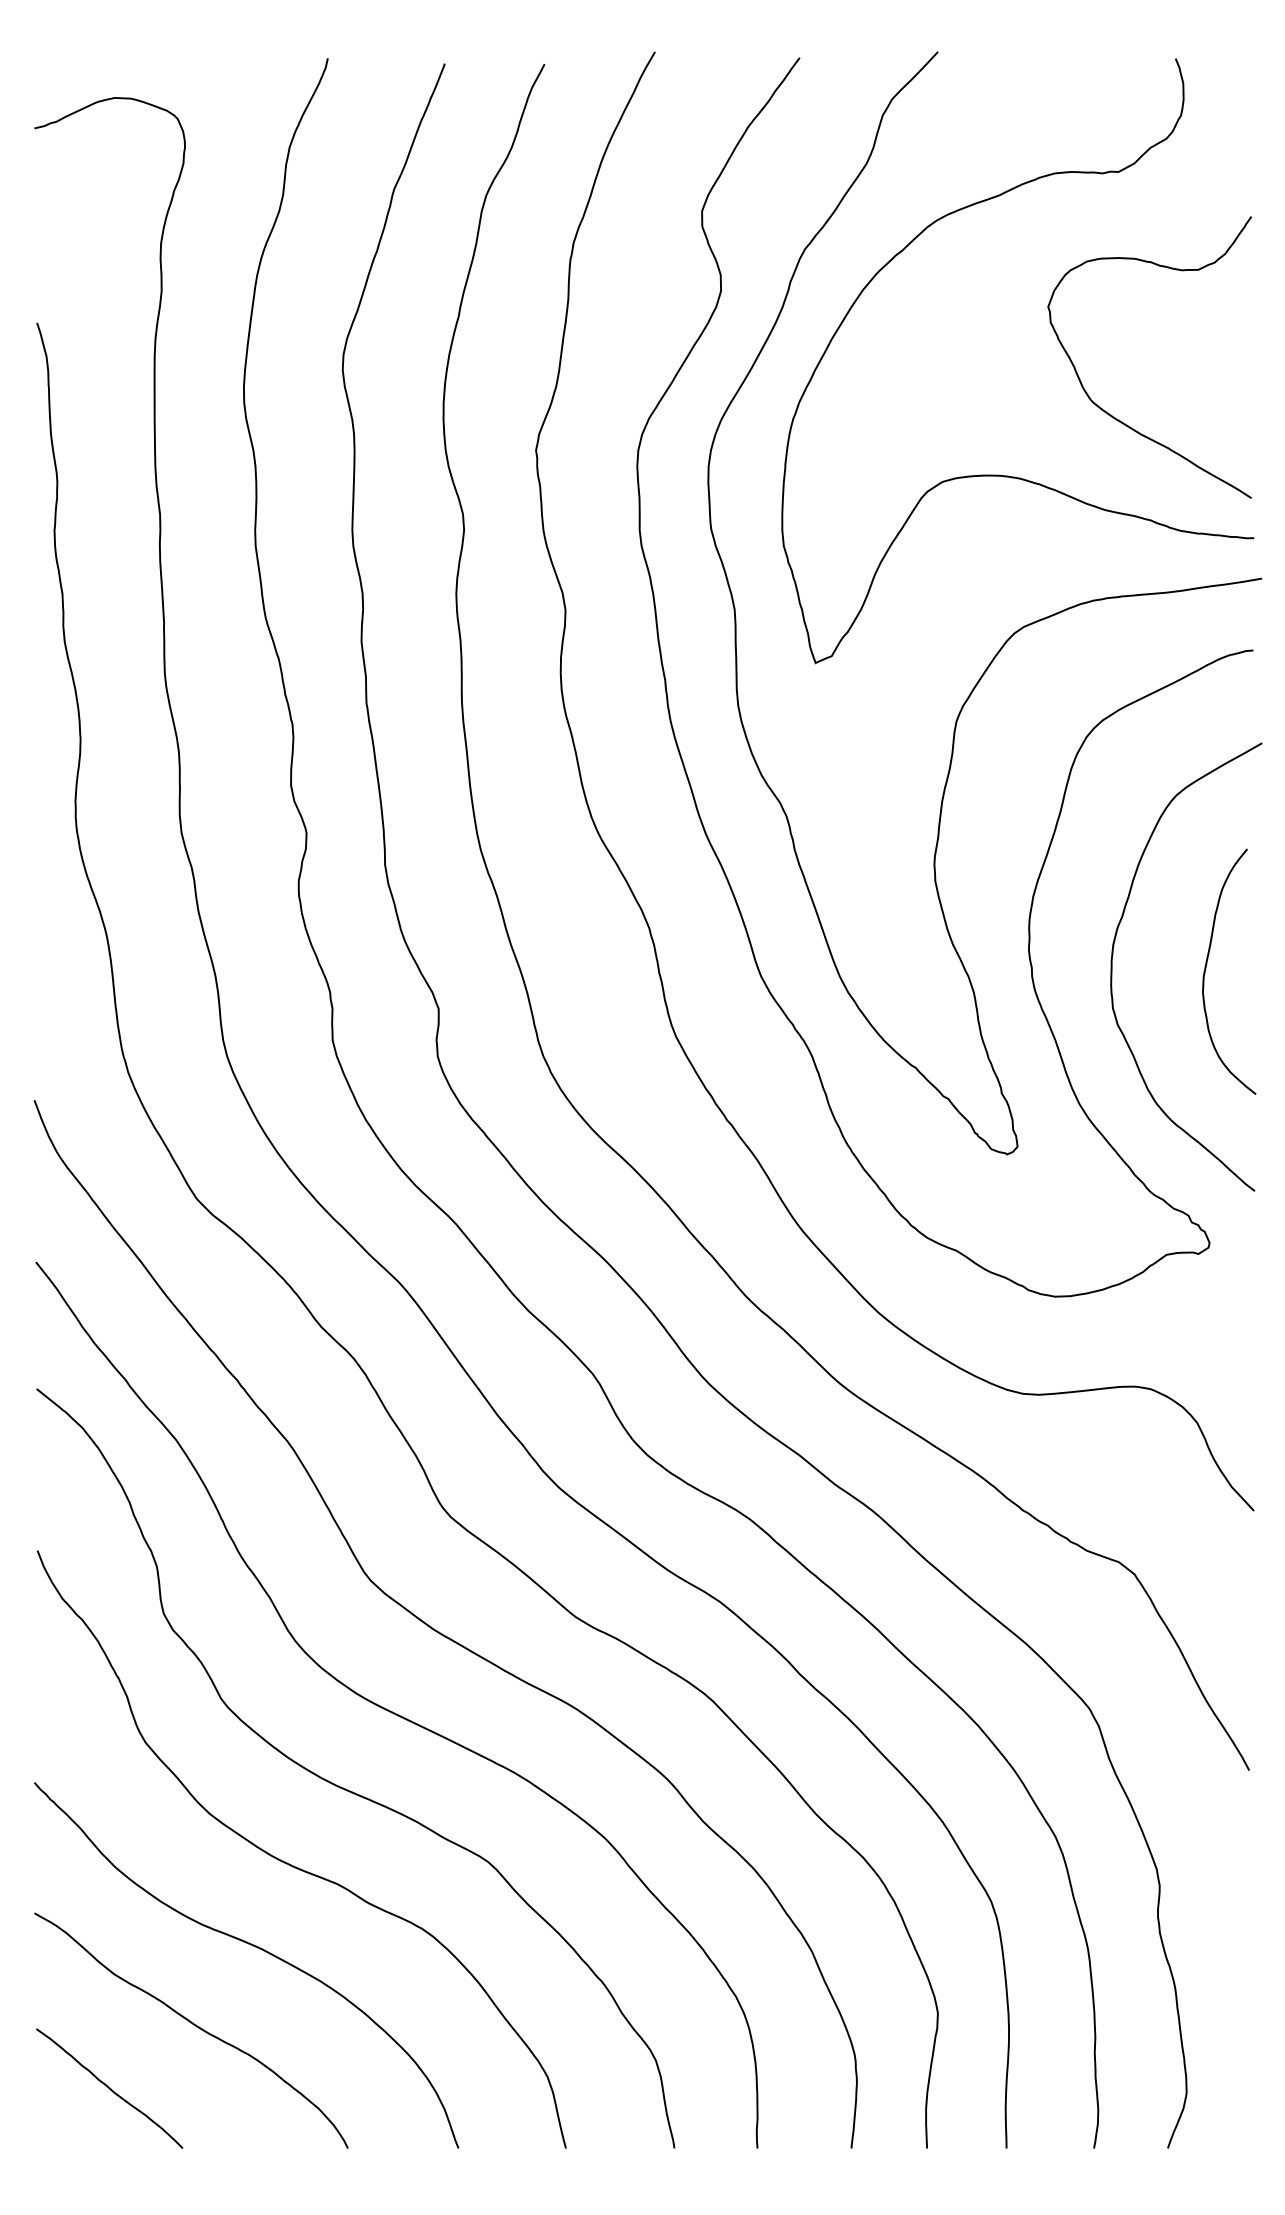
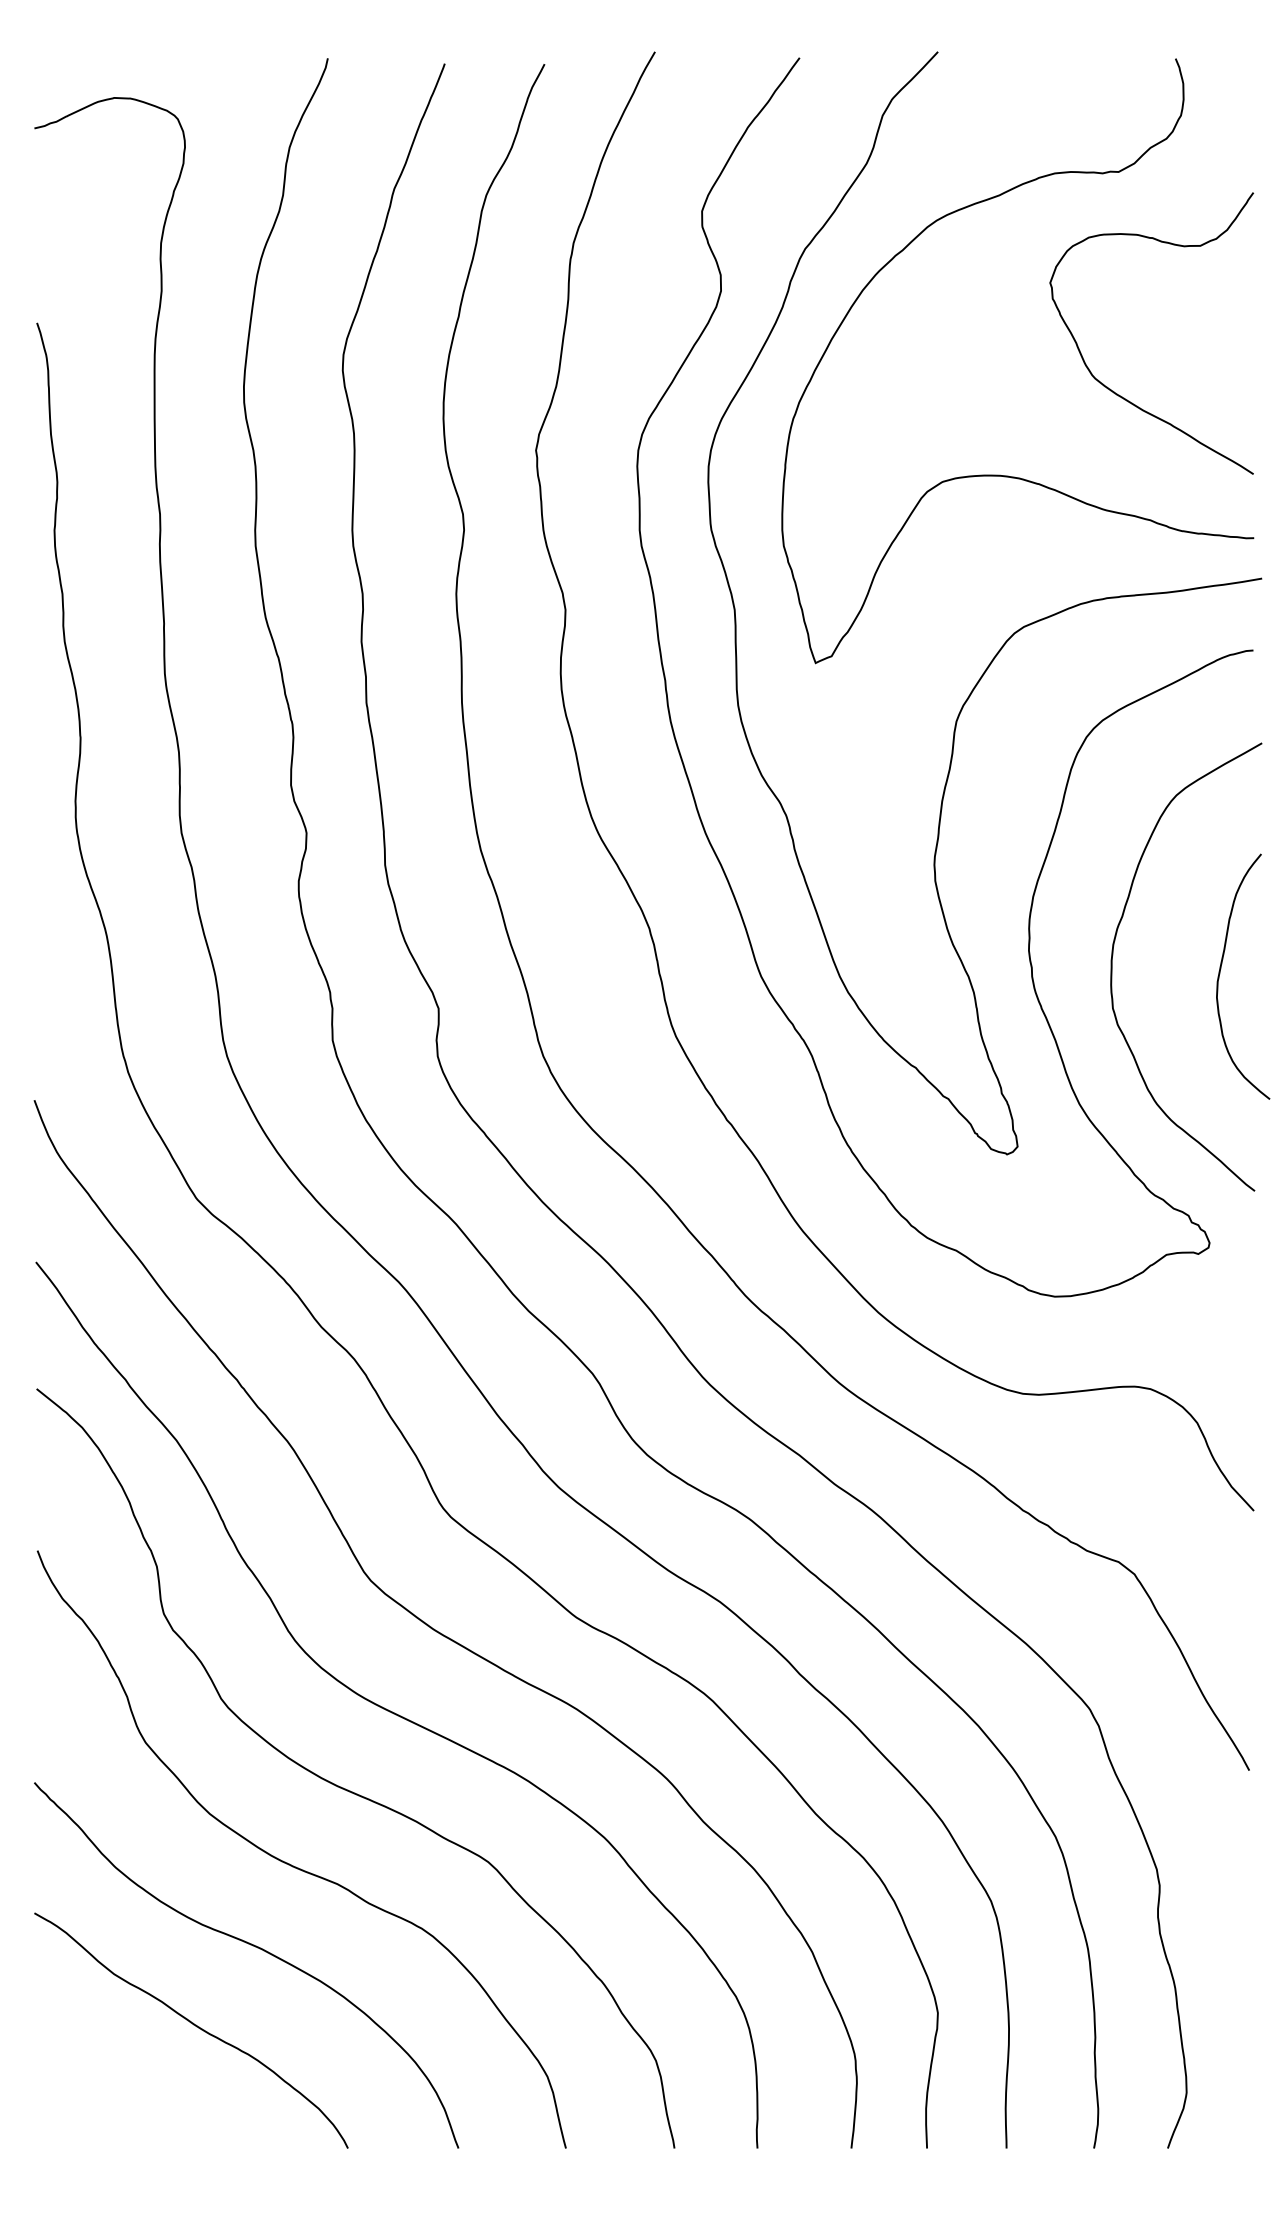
curve at (1108, 412) position: (1108, 412) -> (1110, 388)
curve at (1207, 964) position: (1207, 964) -> (1221, 969)
curve at (109, 2088): present -> none
